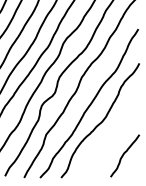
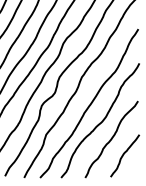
curve at (111, 139): none -> present
